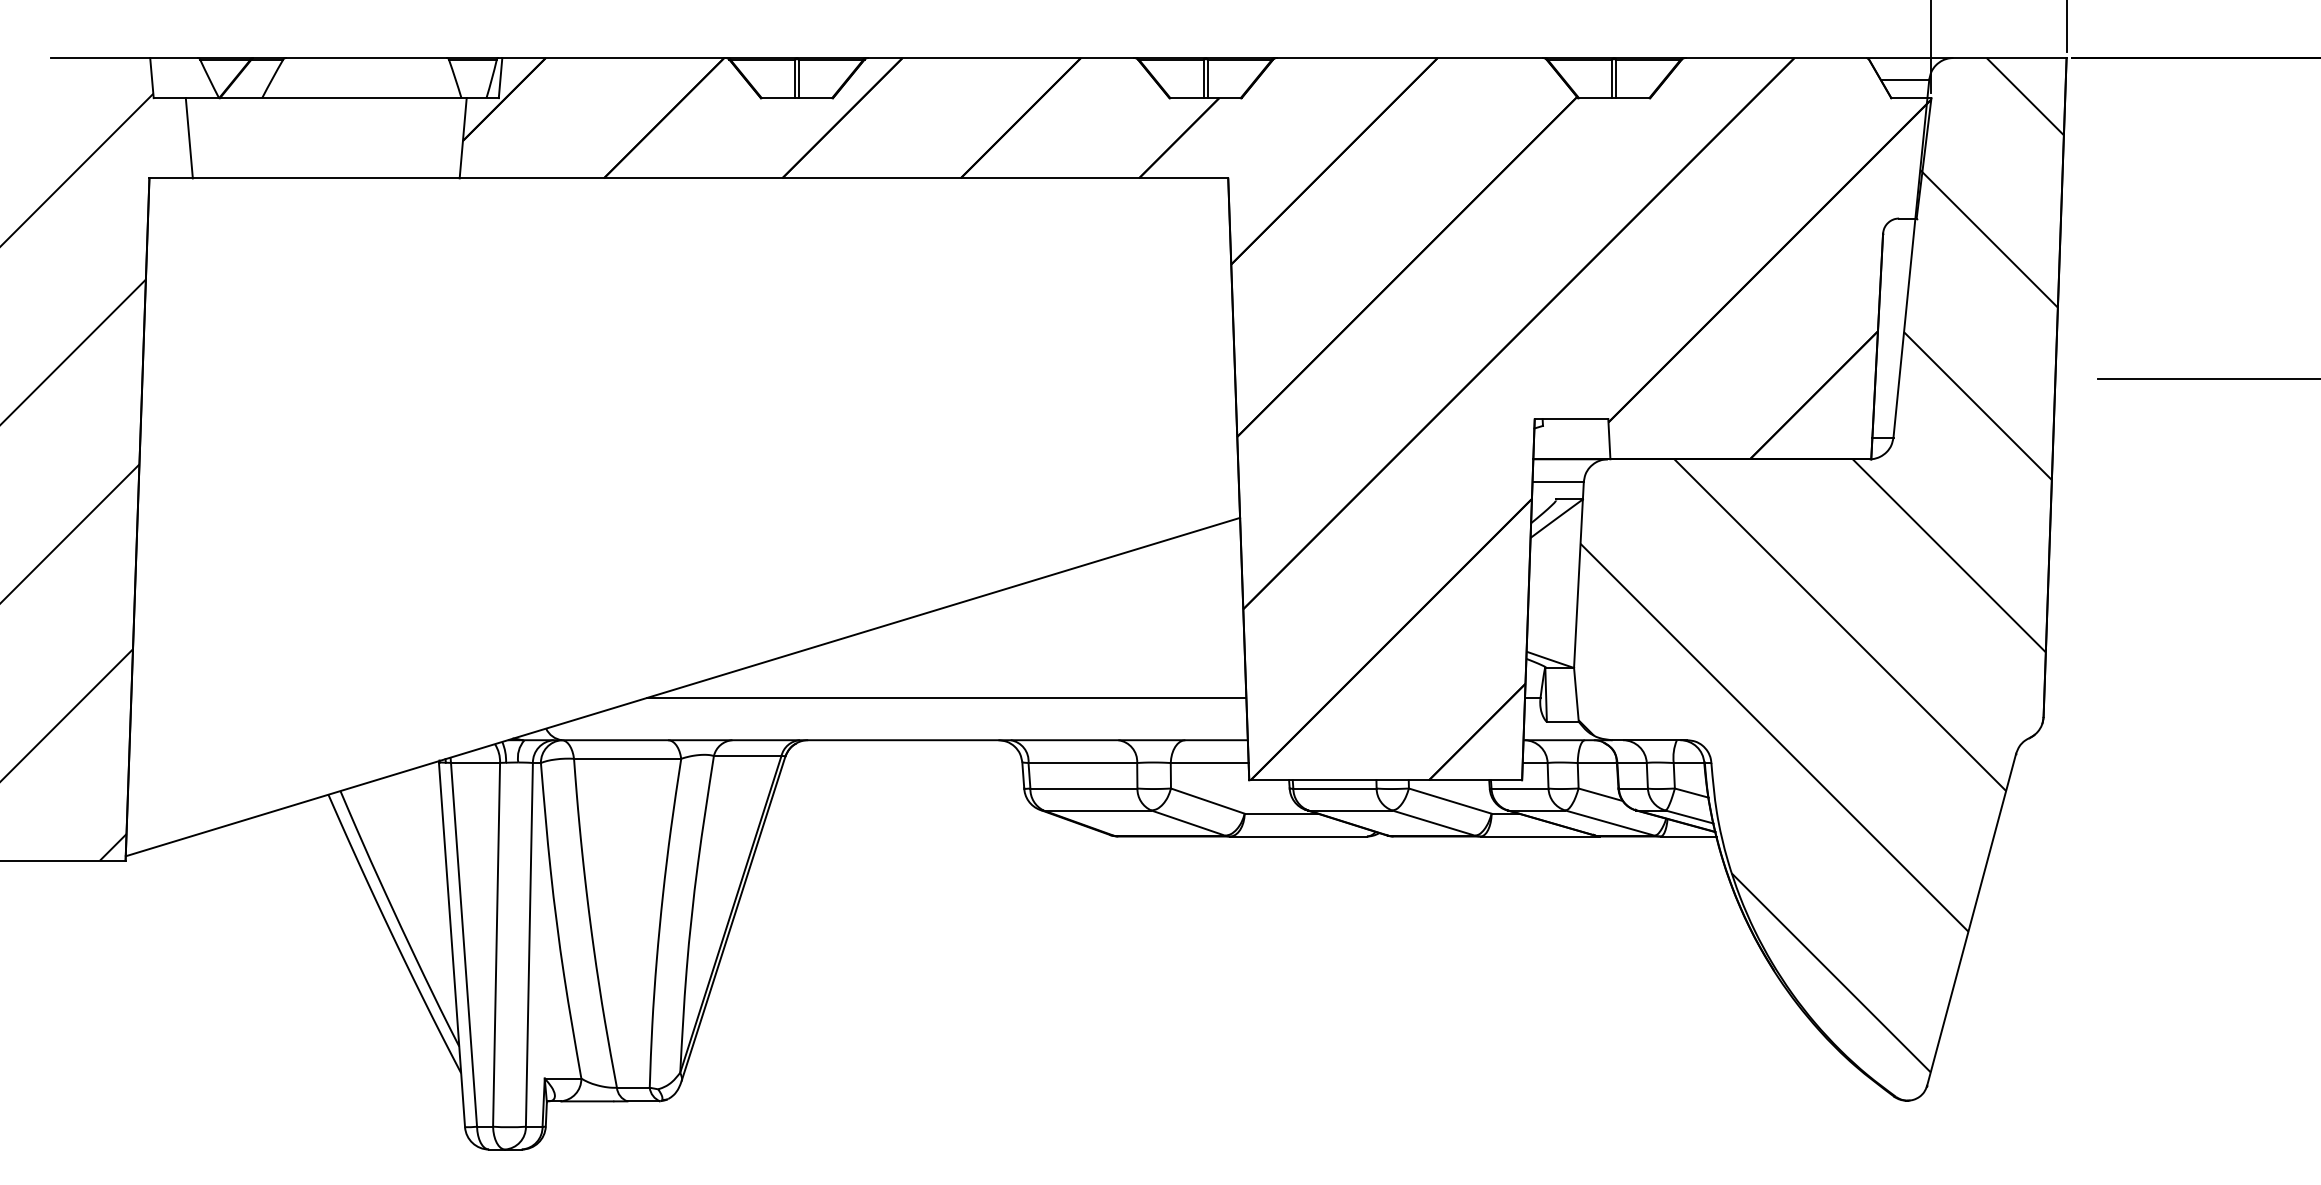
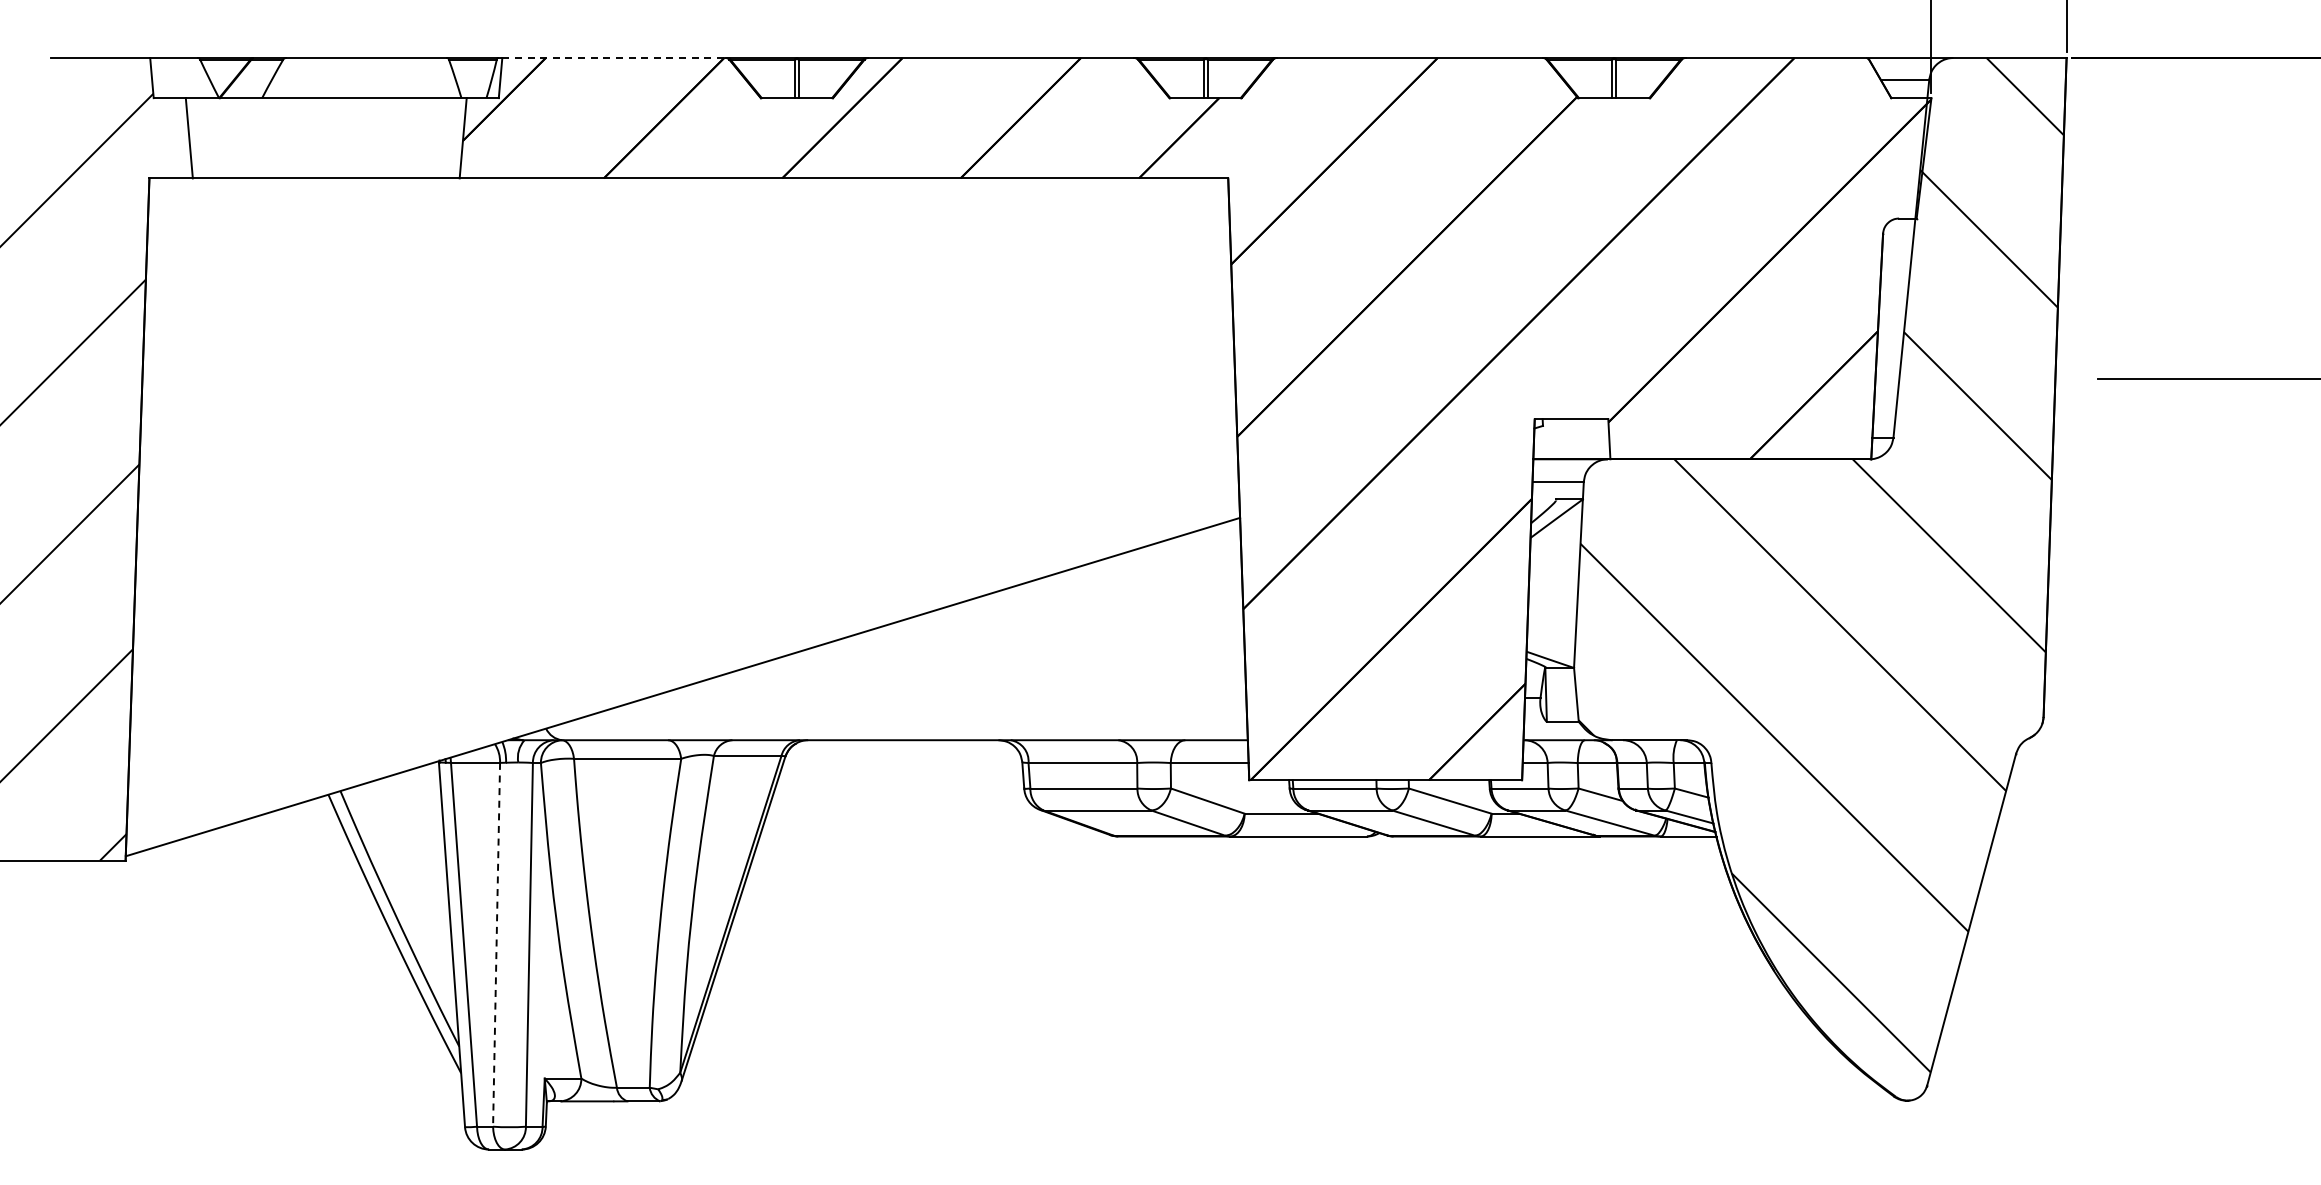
line at (613, 58): solid -> dashed
line at (946, 697): present -> none
line at (496, 944): solid -> dashed
